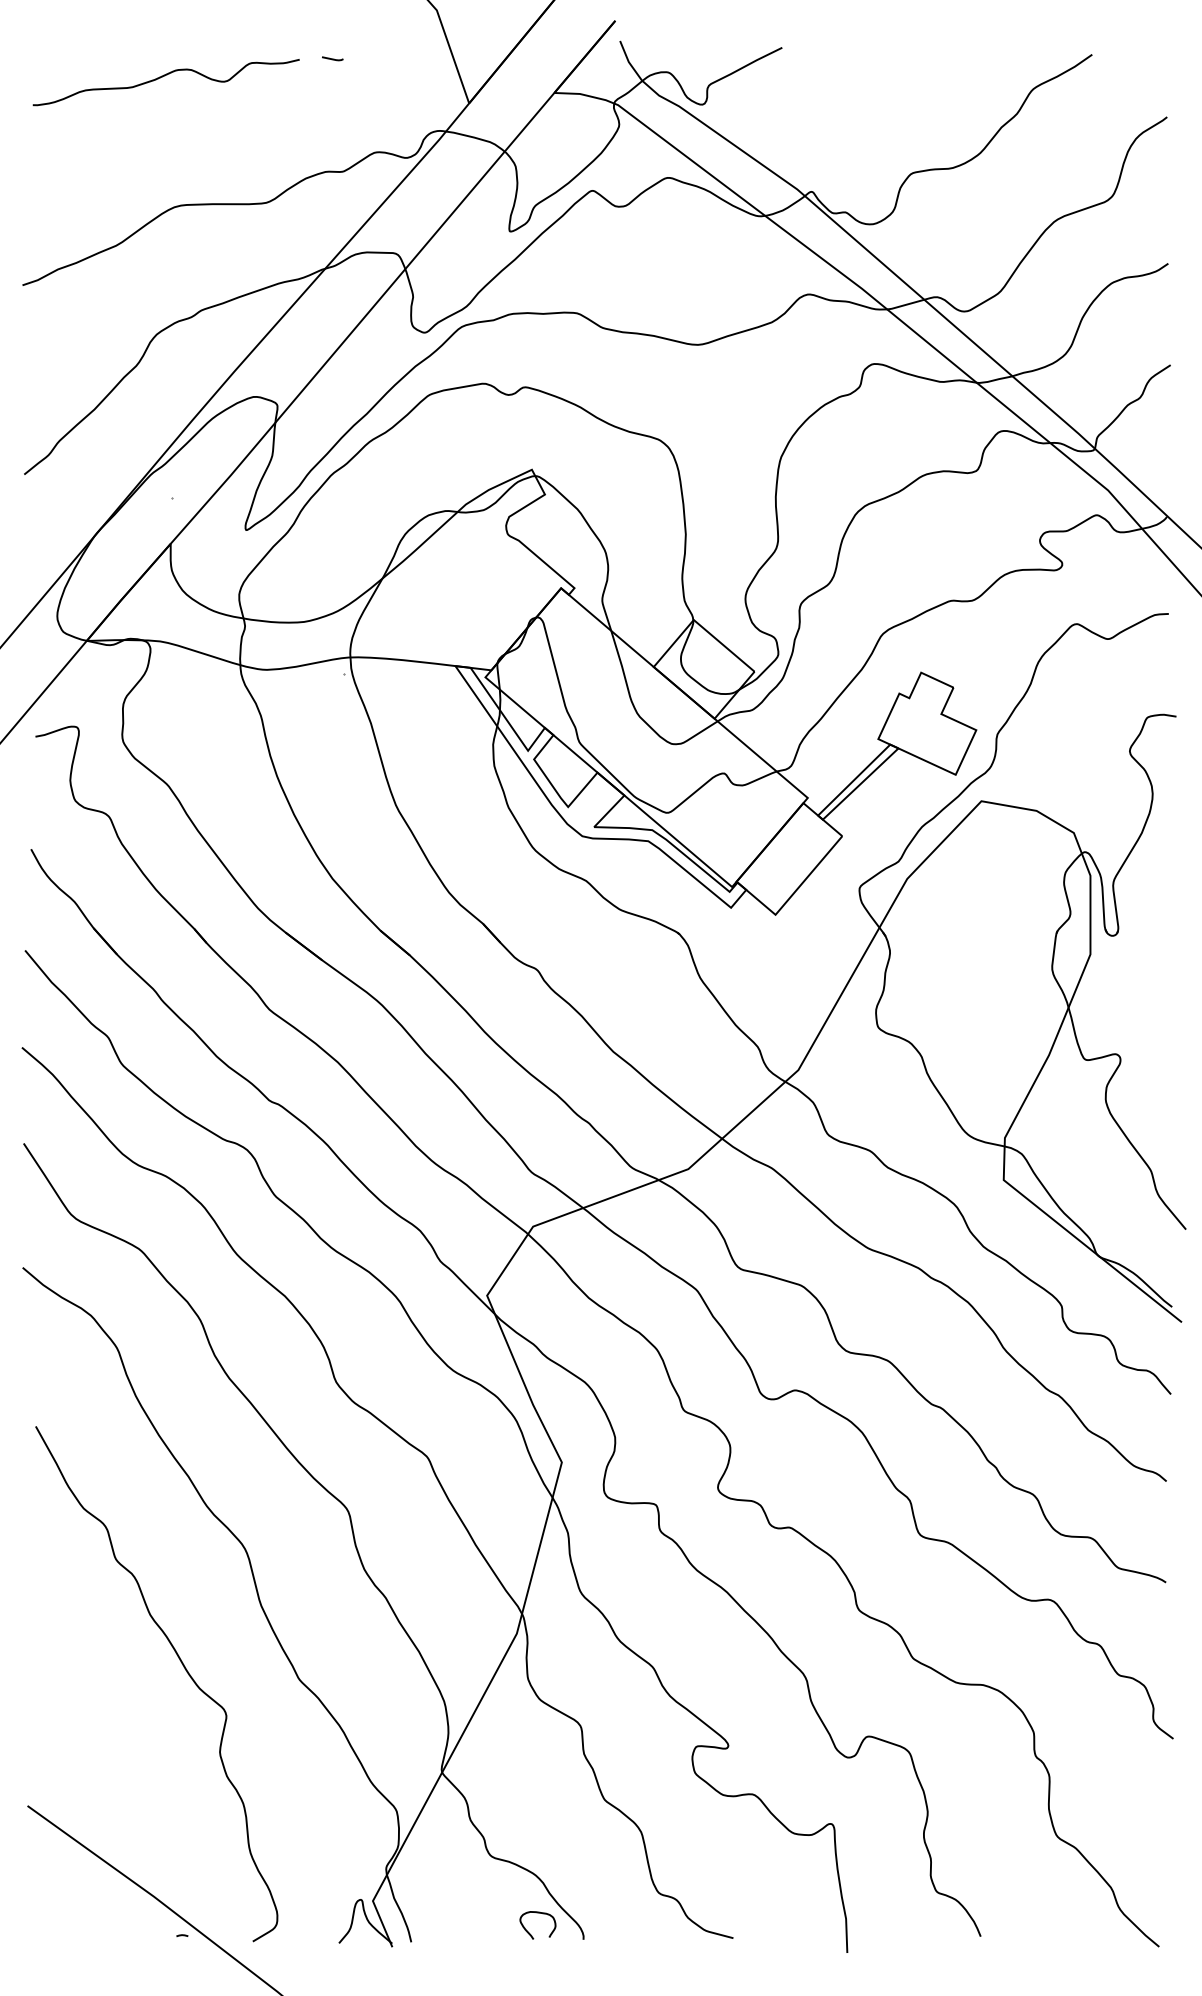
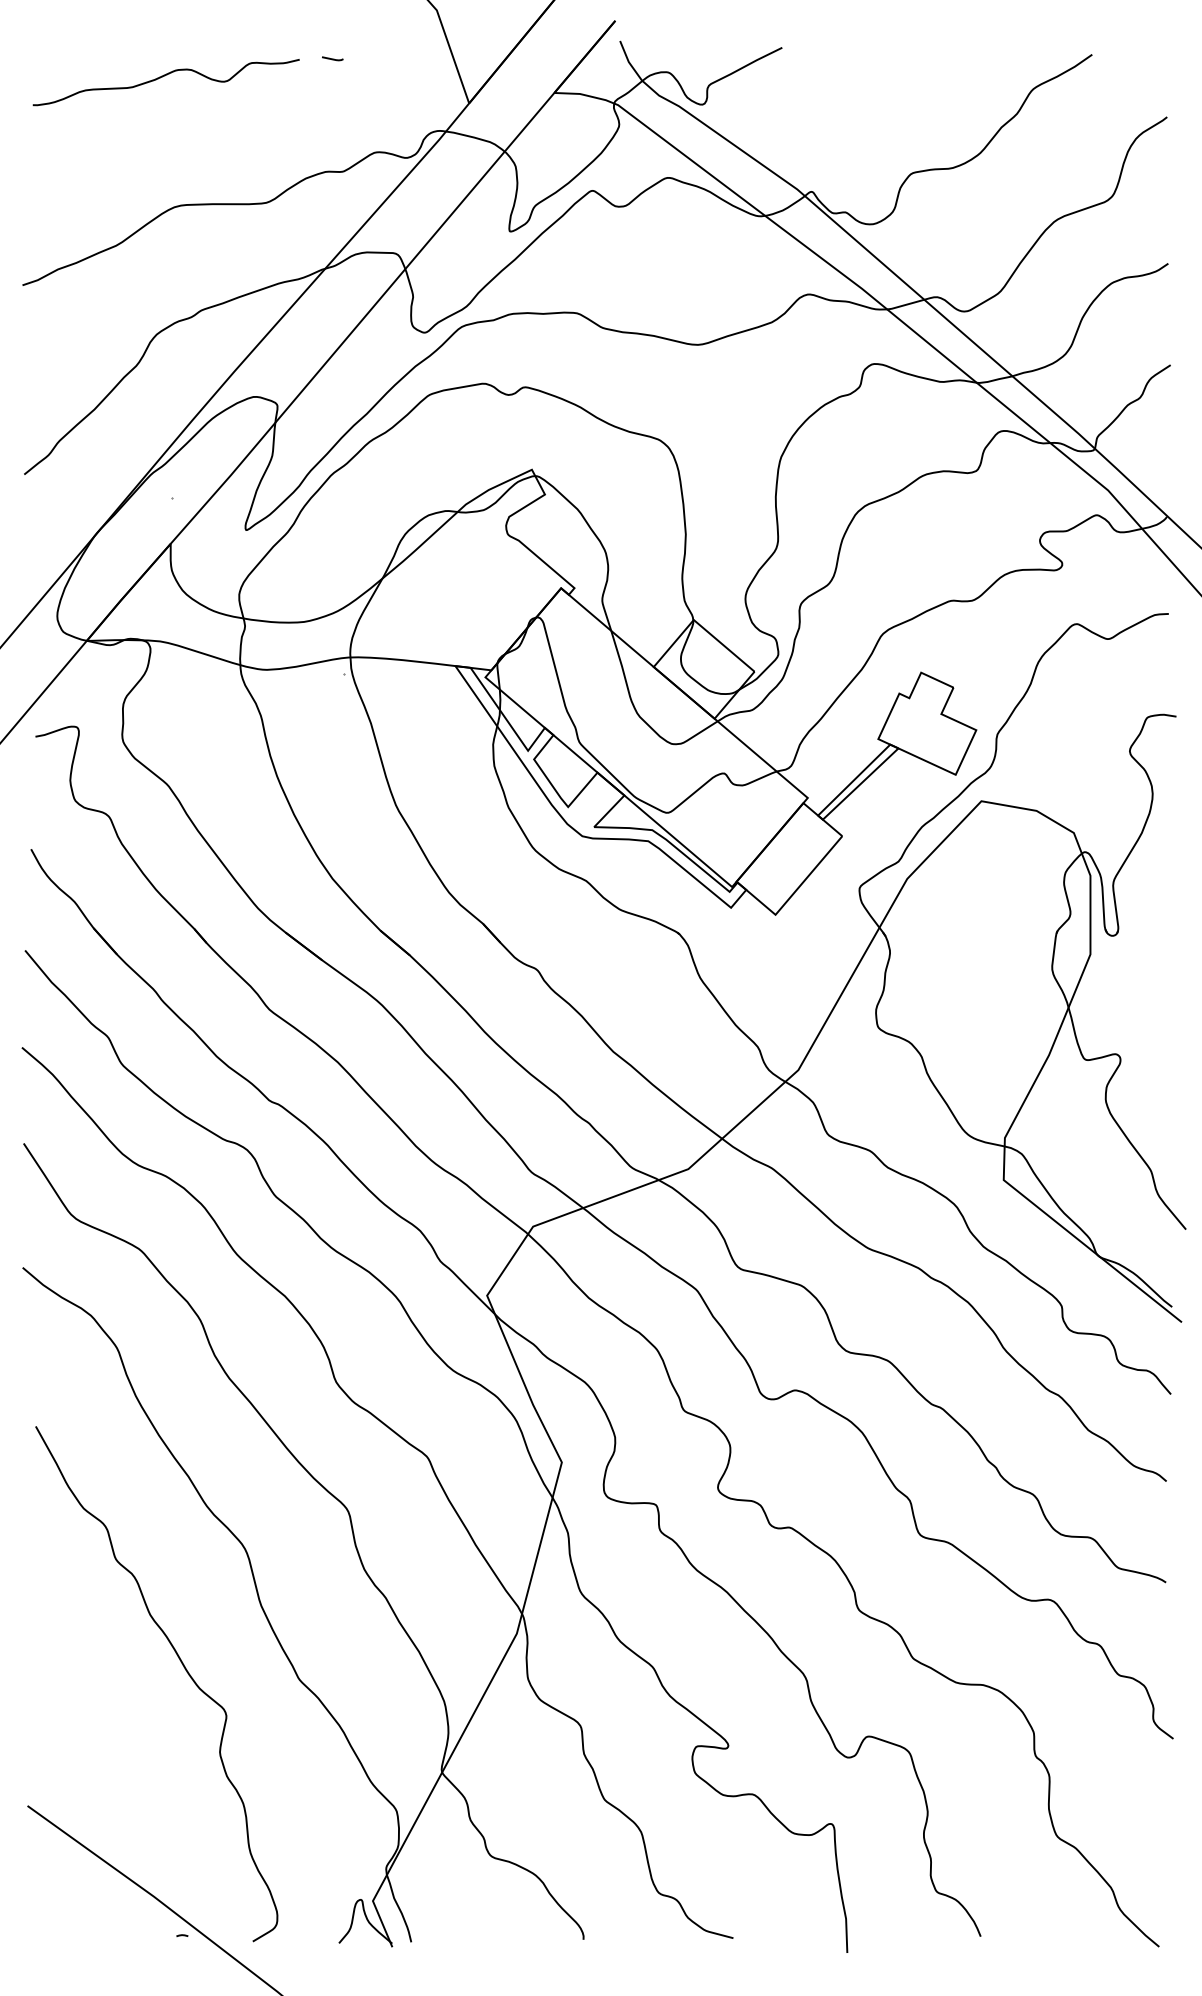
curve at (529, 1932): present -> none
